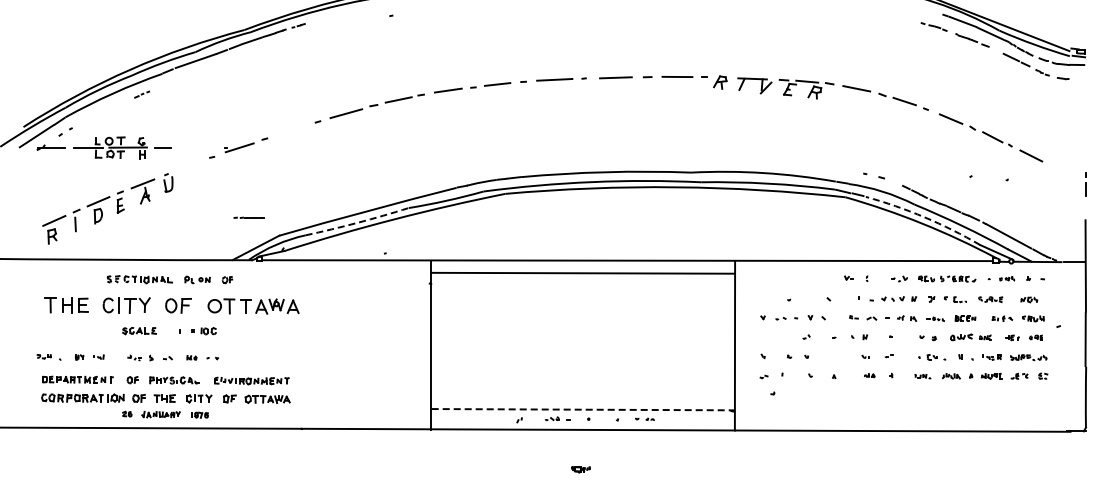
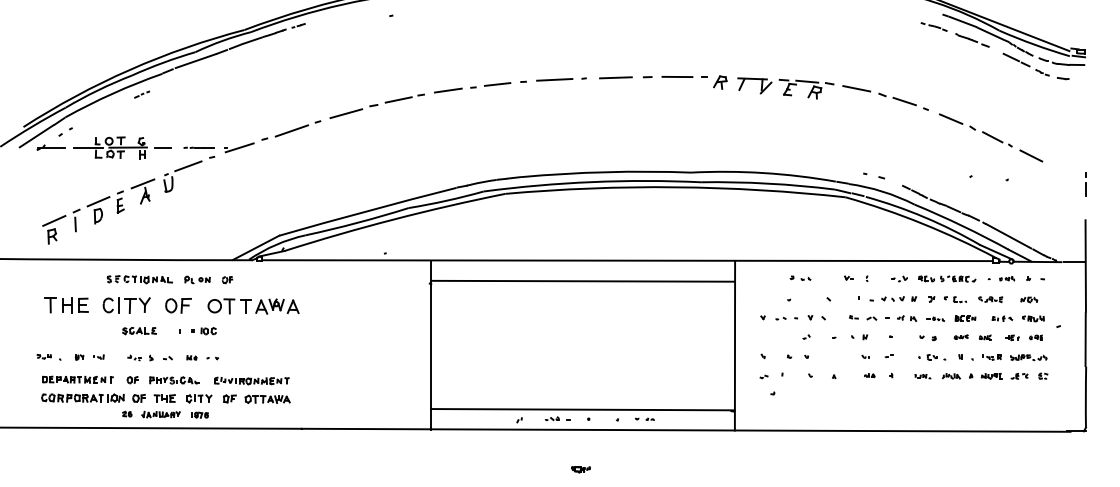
line at (291, 130): none -> present
line at (188, 166): none -> present
line at (248, 217) position: (248, 217) -> (198, 147)
arc at (924, 217): dashed -> solid
arc at (357, 222): dashed -> solid
line at (582, 272) position: (582, 272) -> (582, 280)
part at (800, 277): none -> present
part at (961, 337) size: 24x9 px -> 16x6 px
line at (583, 409): dashed -> solid
